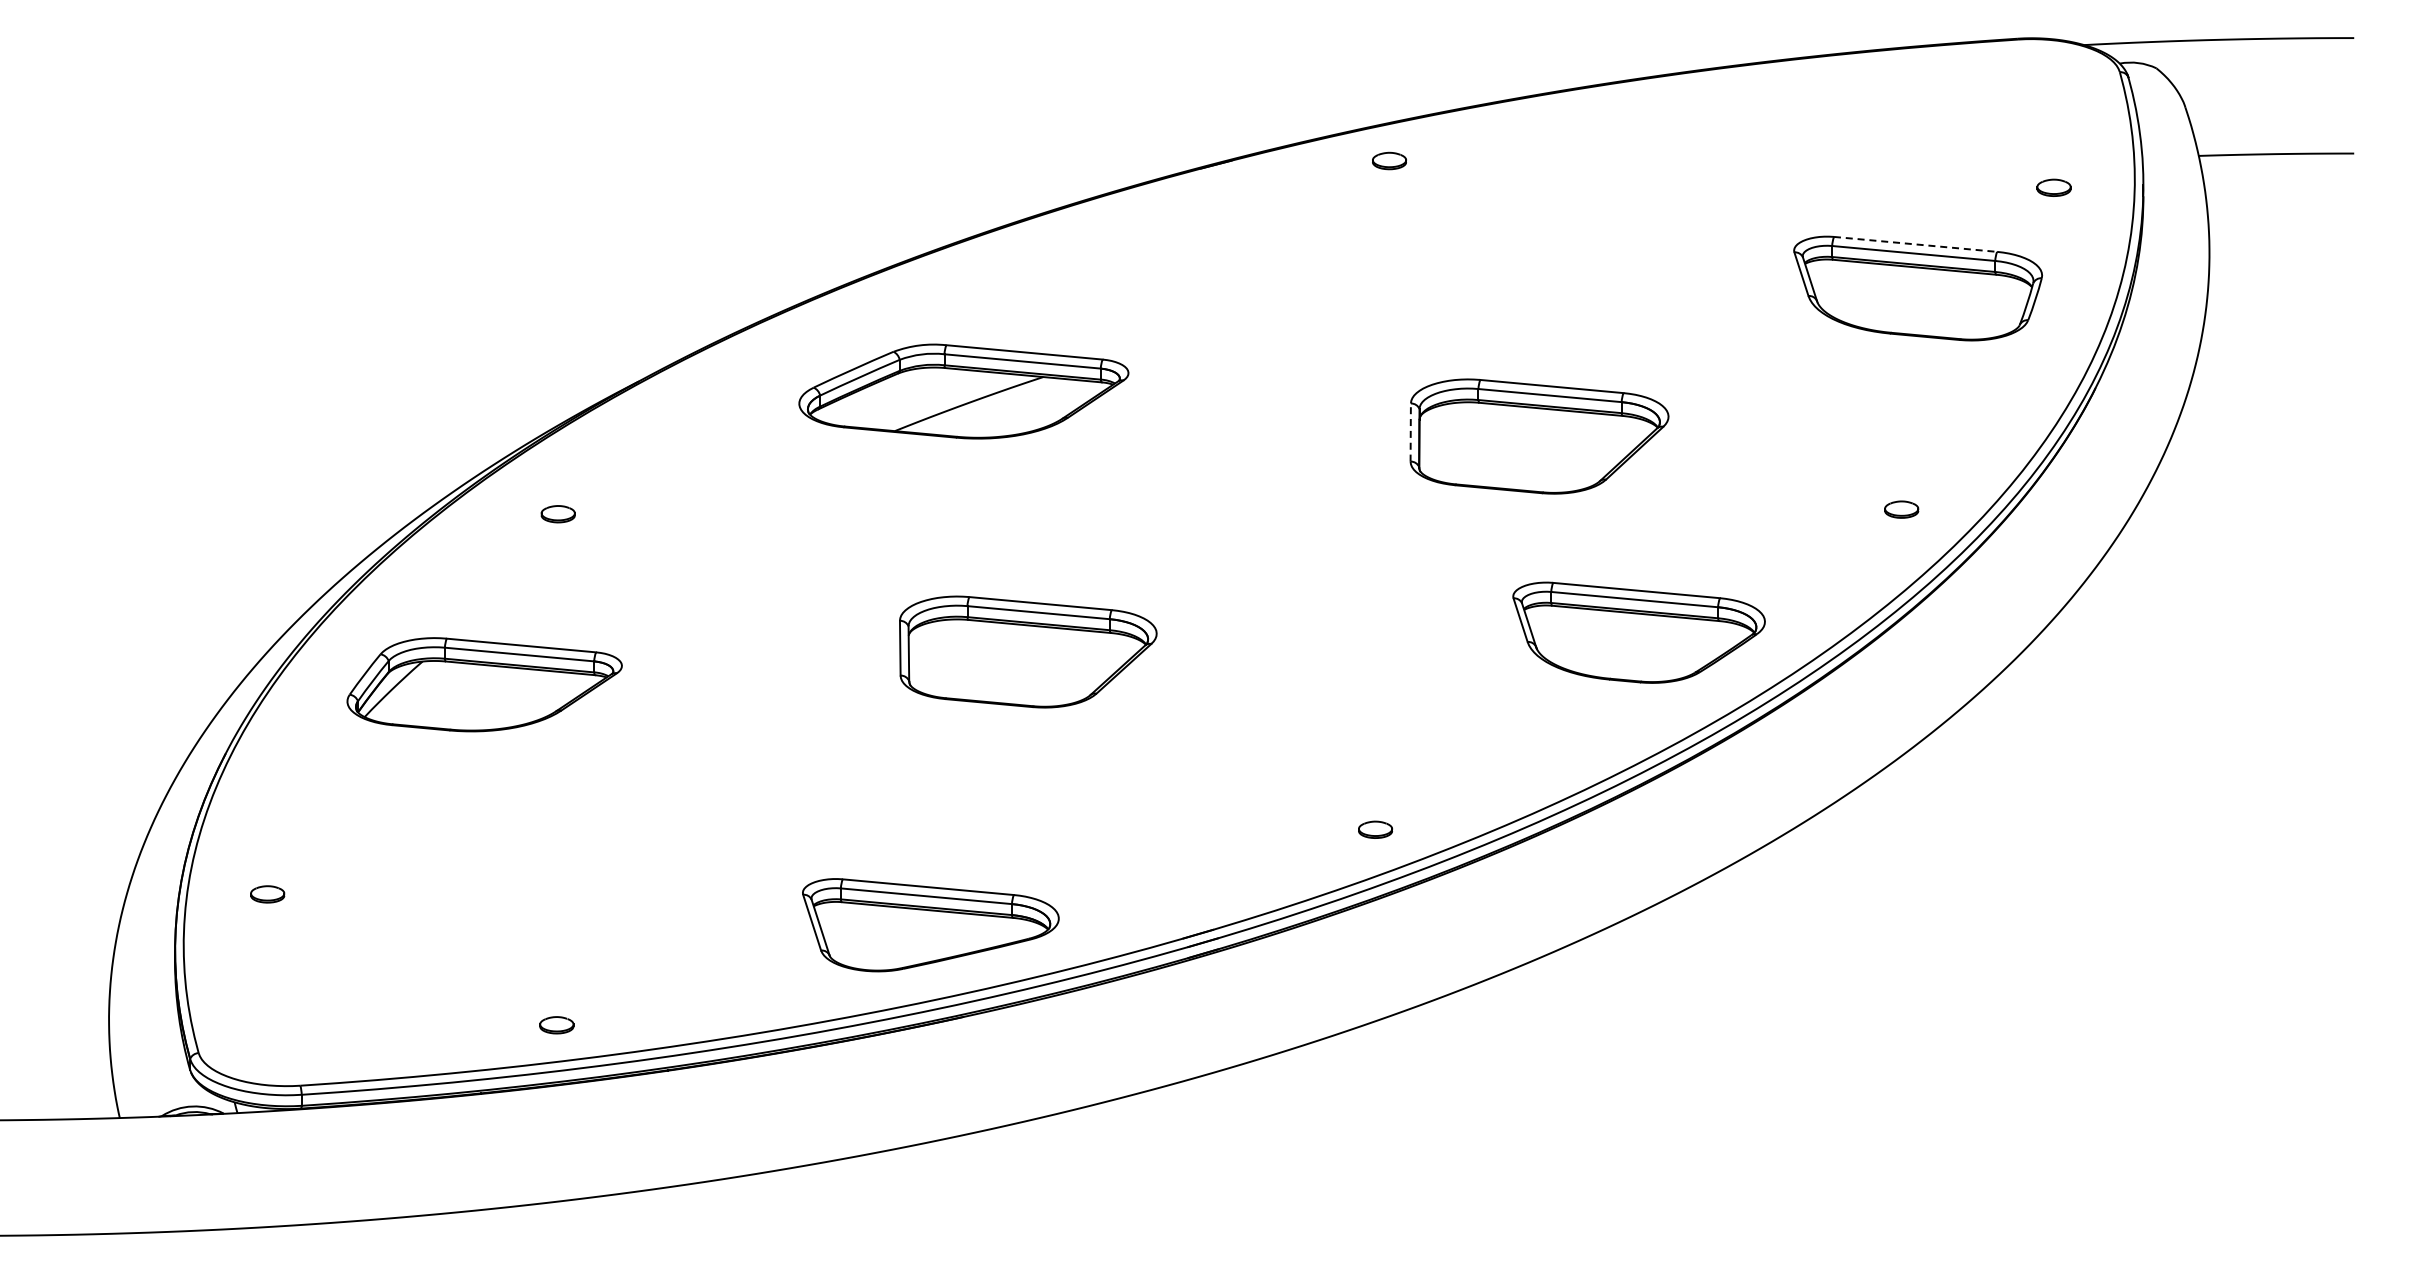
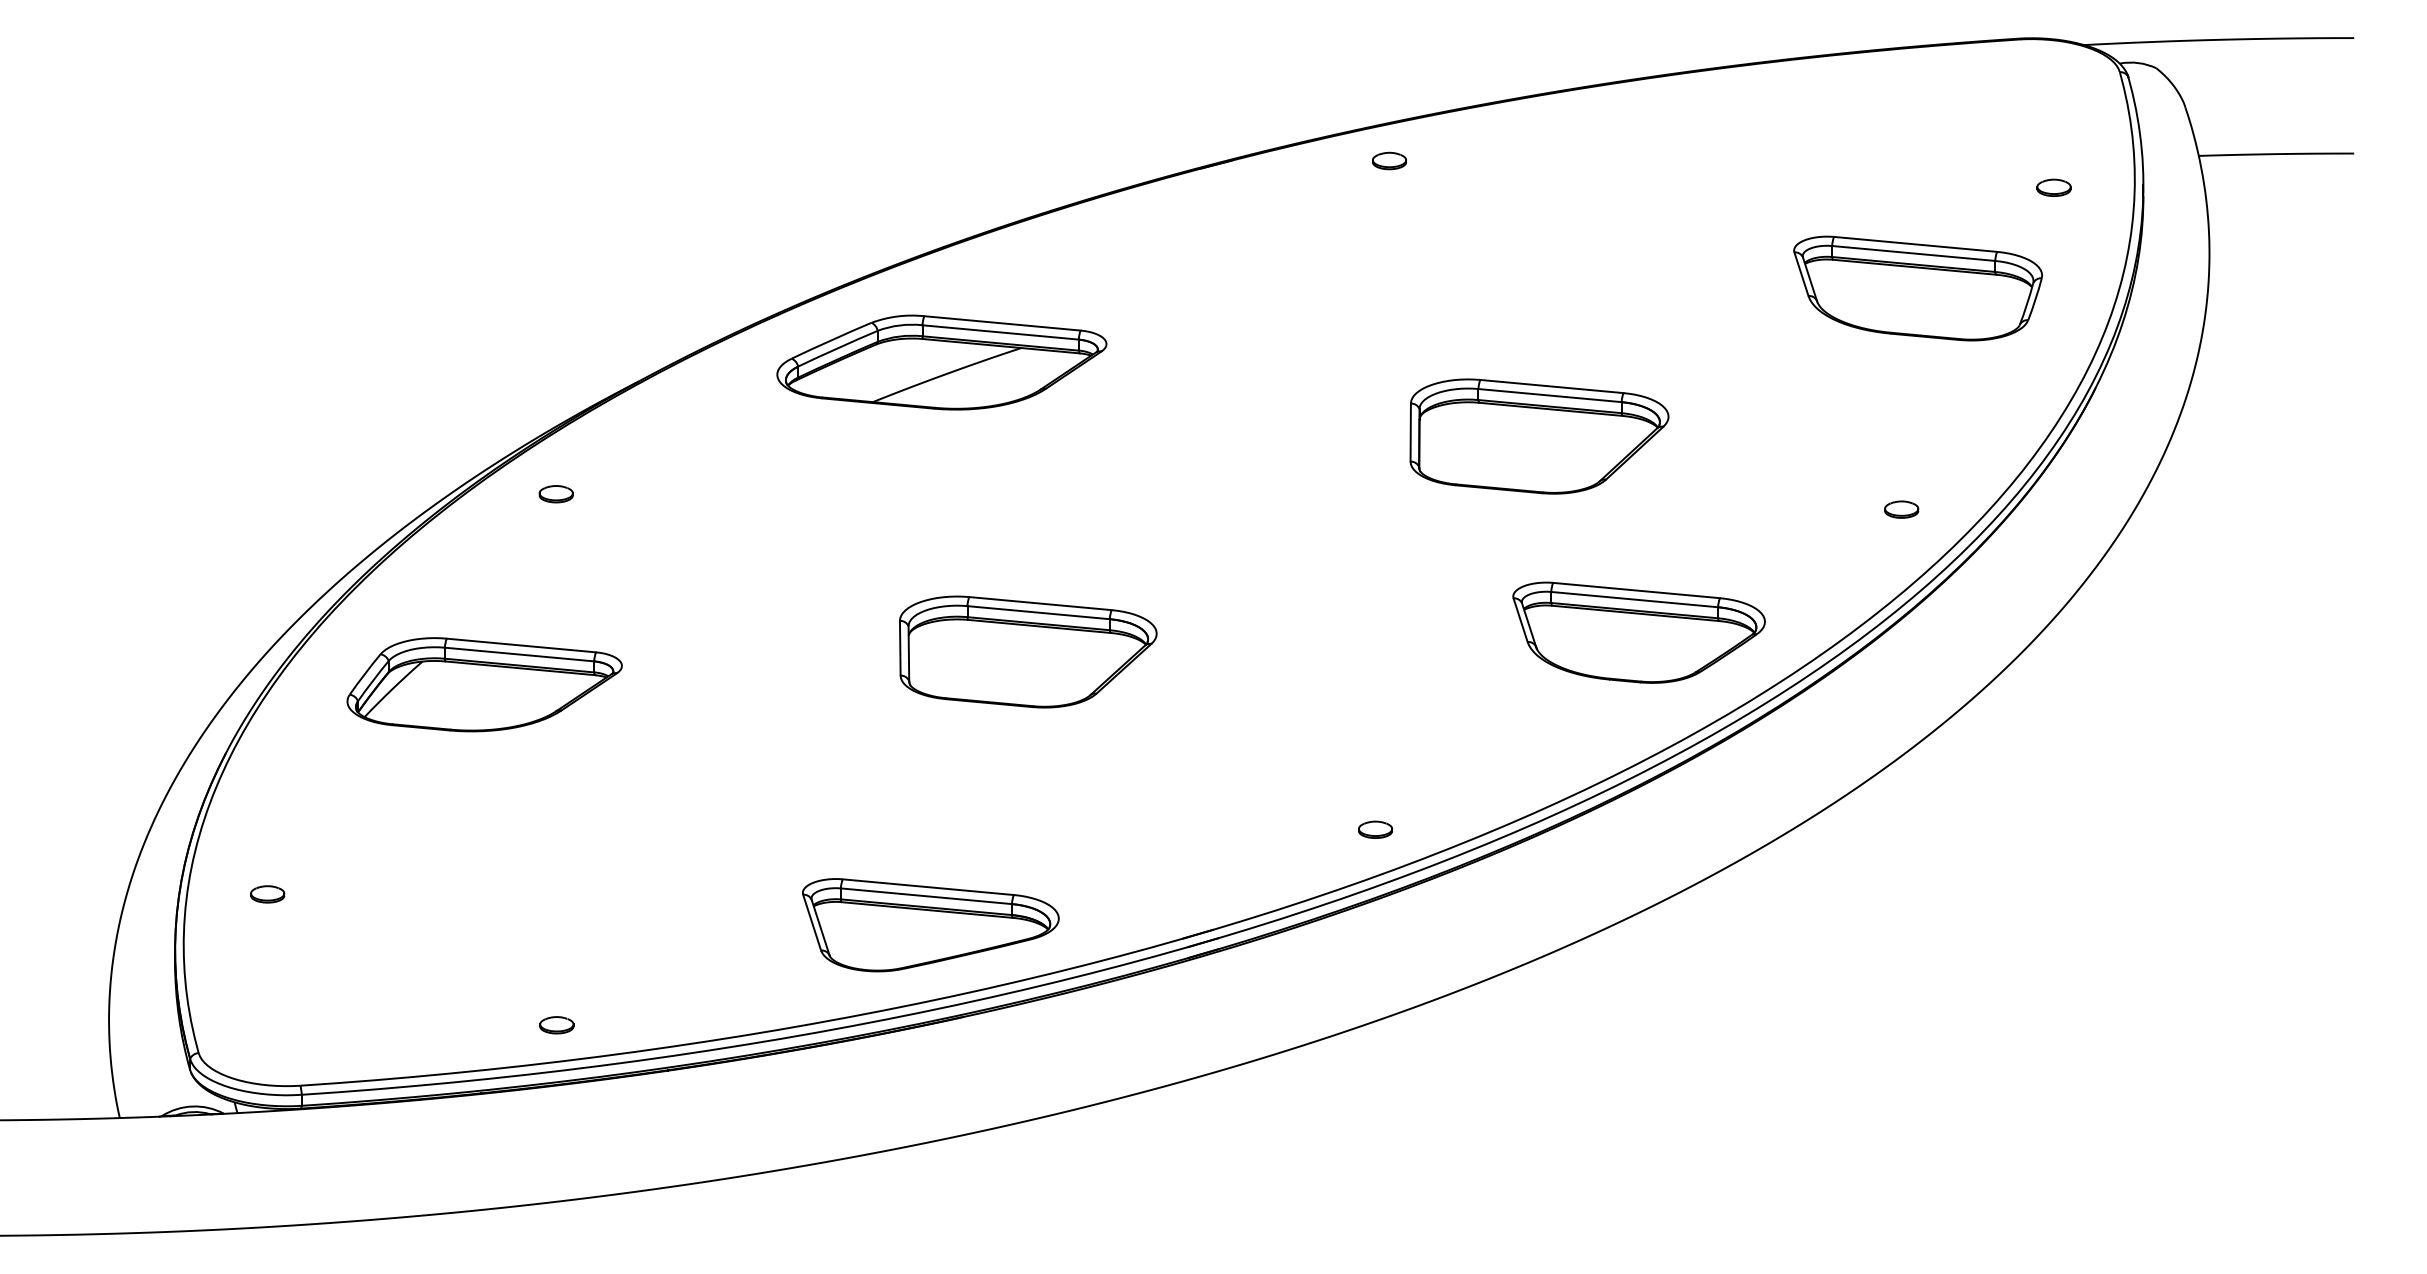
line at (1915, 244): dashed -> solid
part at (963, 391) position: (963, 391) -> (941, 362)
line at (1410, 432): dashed -> solid
part at (557, 514) position: (557, 514) -> (555, 494)
